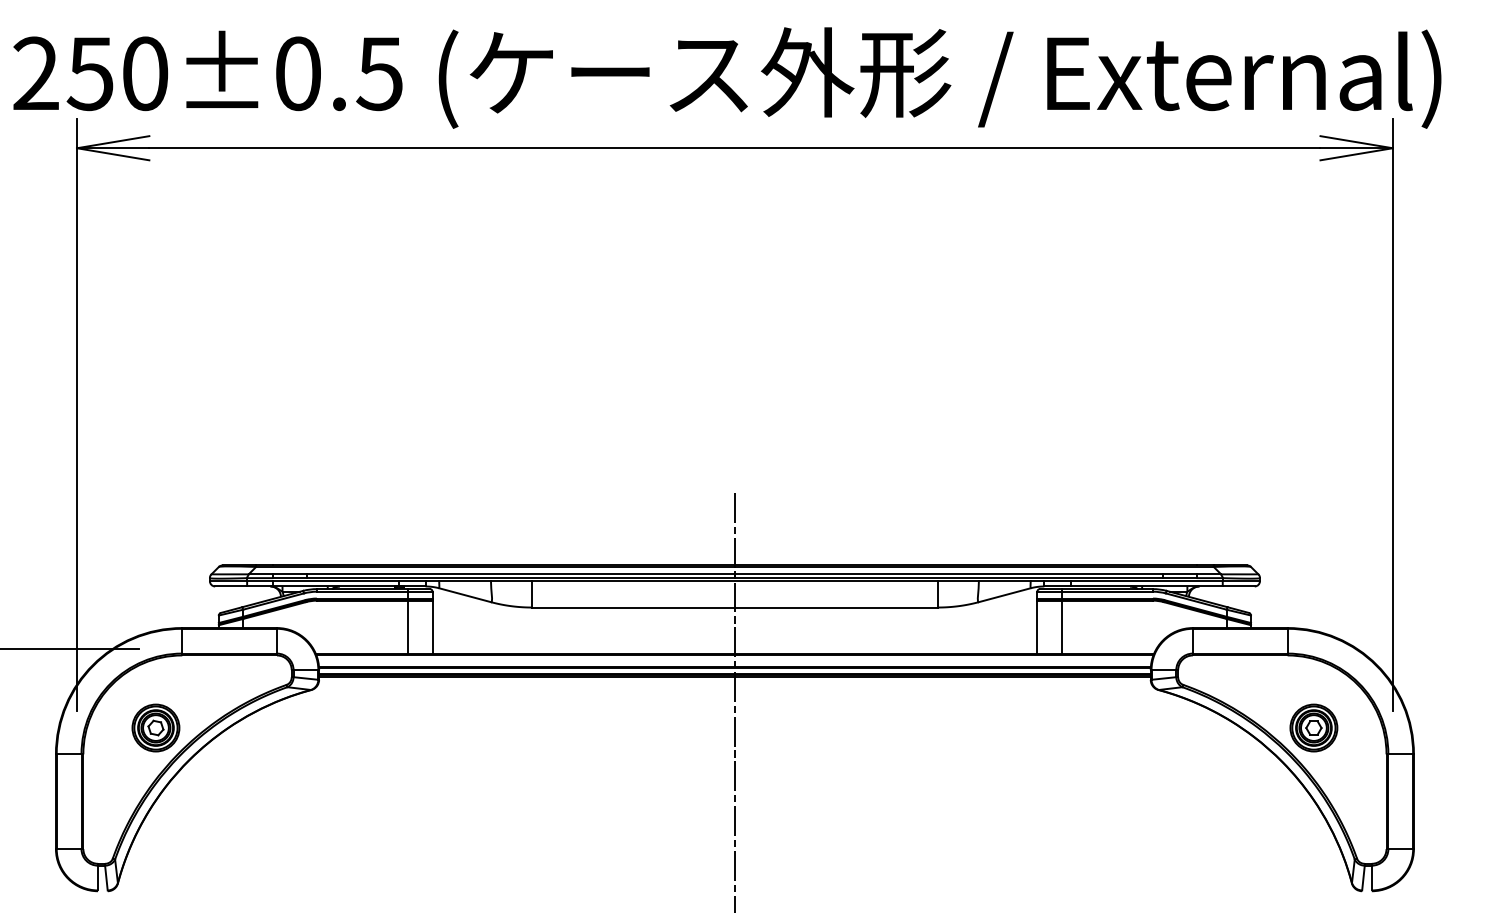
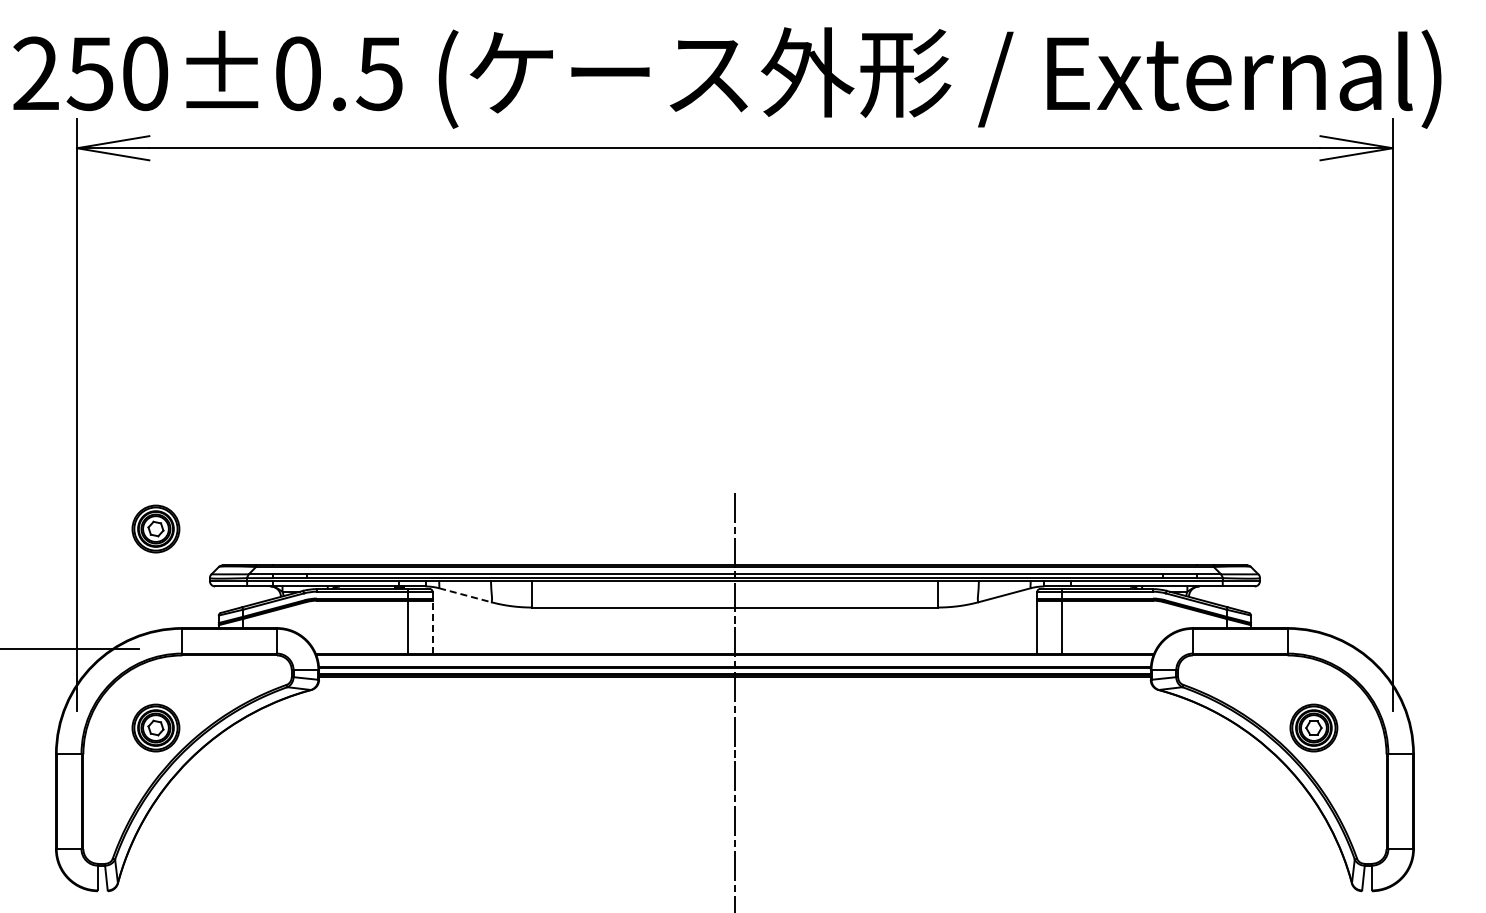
part at (155, 528): none -> present
line at (465, 595): solid -> dashed
line at (432, 627): solid -> dashed
